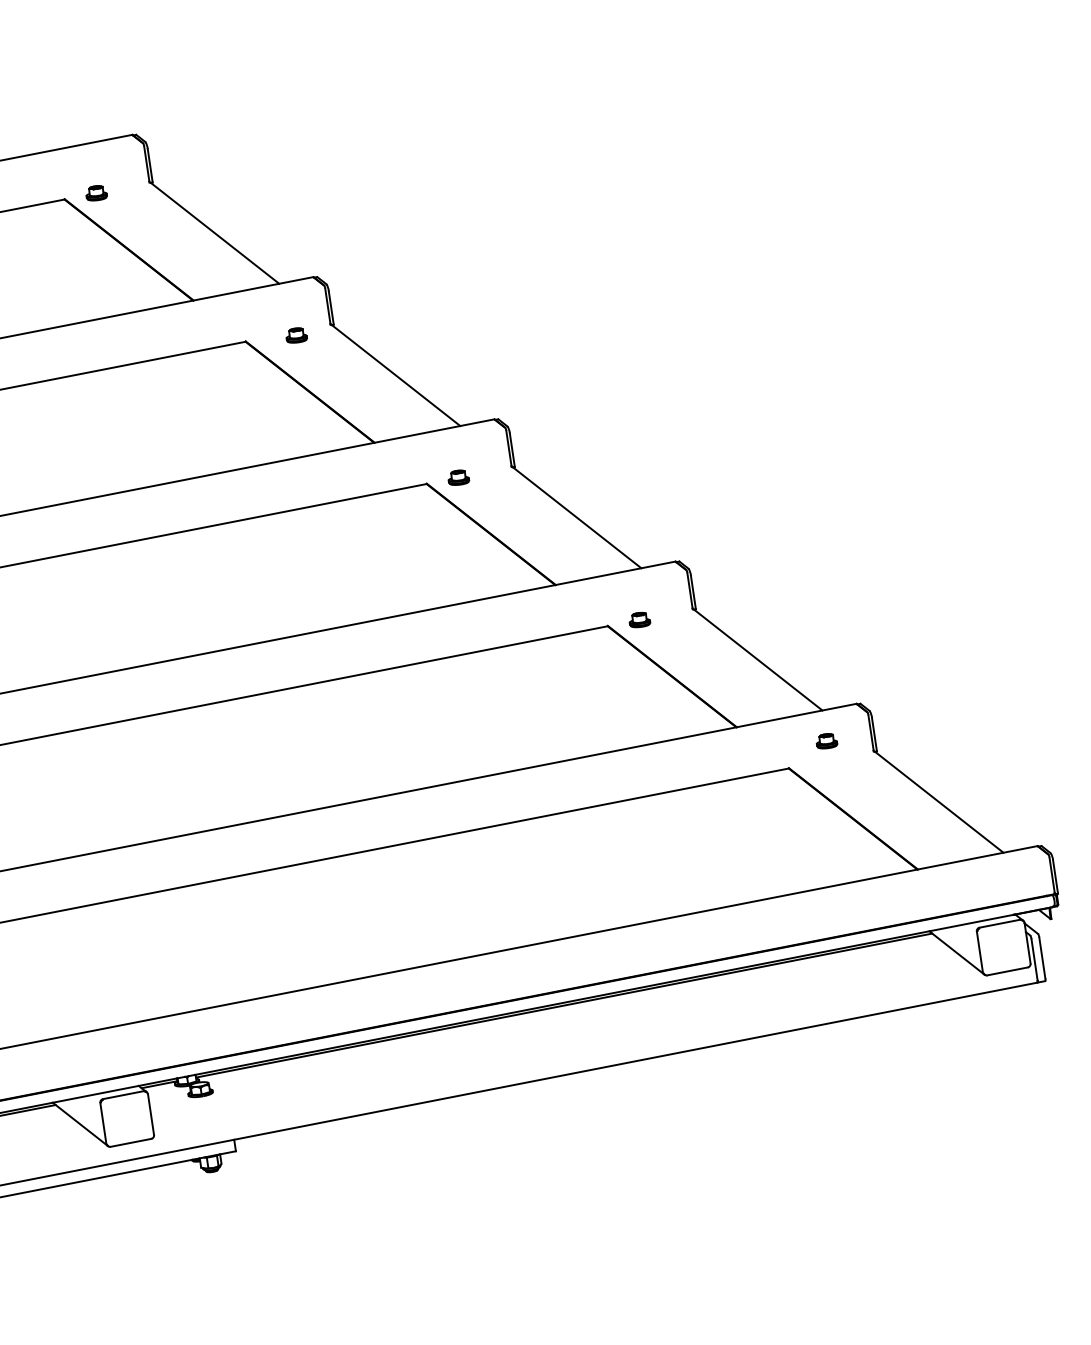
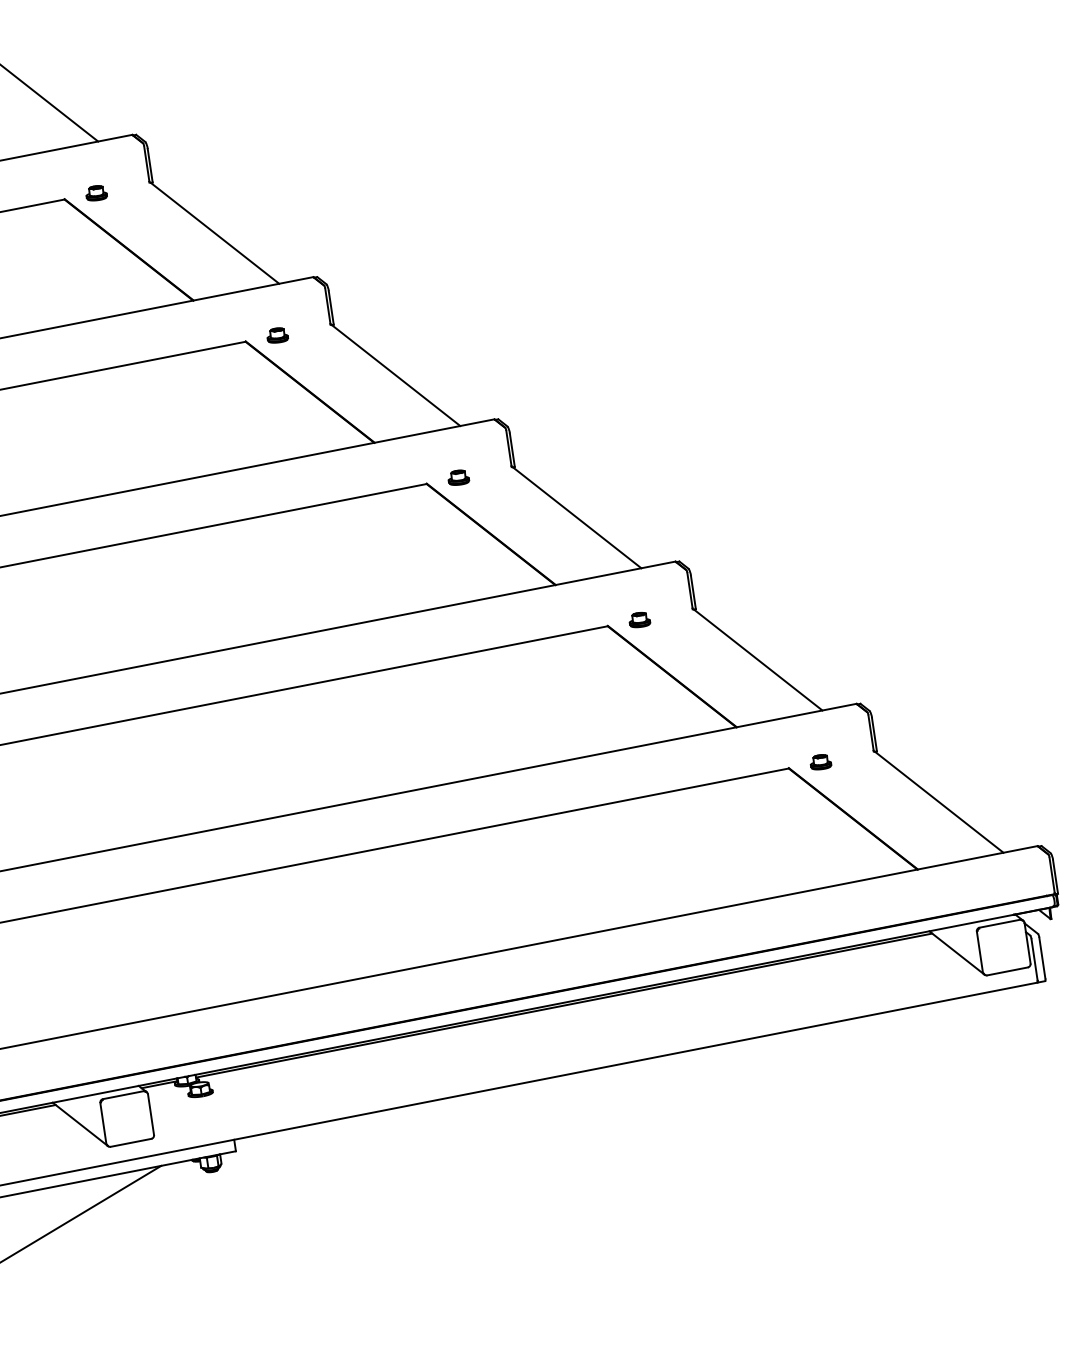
line at (50, 103): none -> present
part at (296, 335) position: (296, 335) -> (277, 335)
part at (826, 741) position: (826, 741) -> (820, 762)
line at (81, 1213): none -> present
